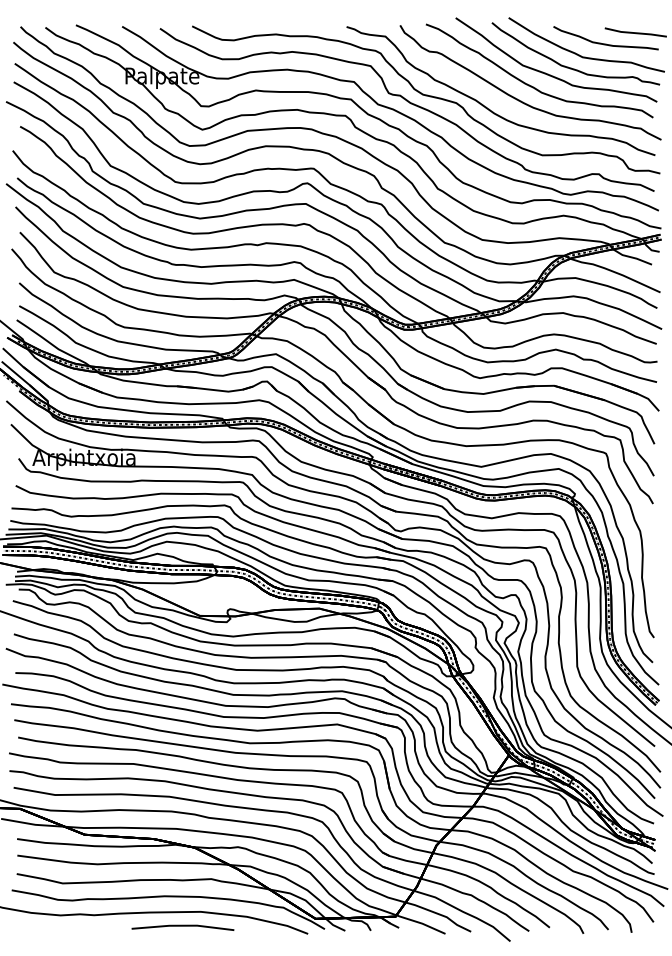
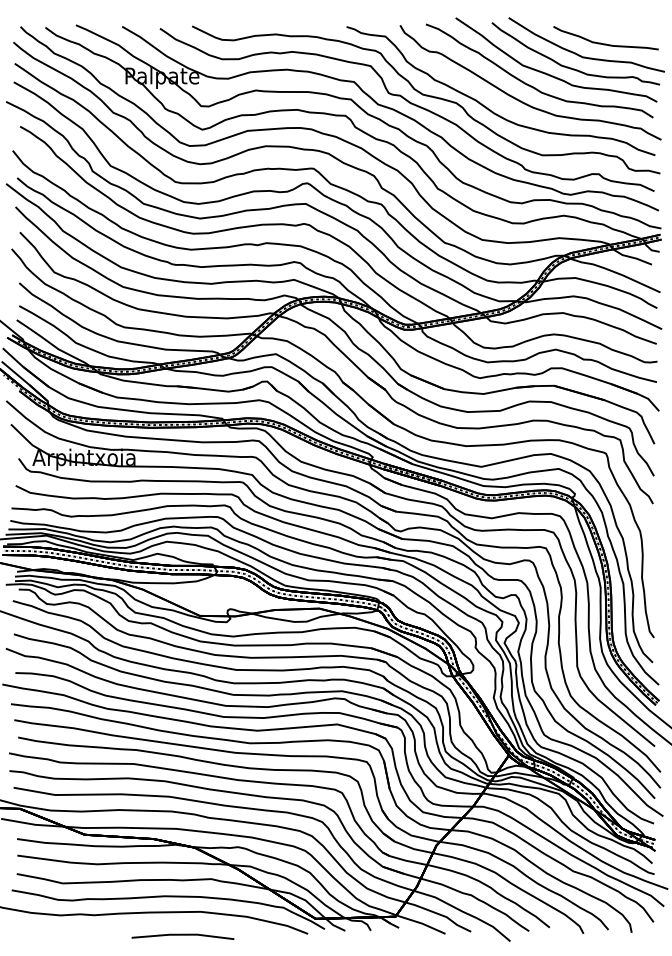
line at (635, 32): present -> none
line at (182, 926) position: (182, 926) -> (182, 935)
